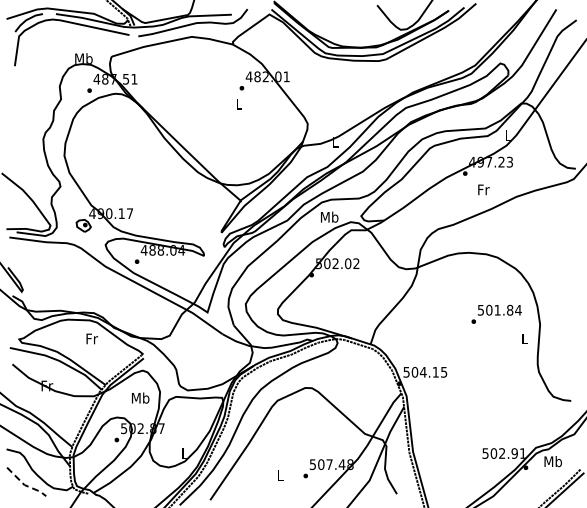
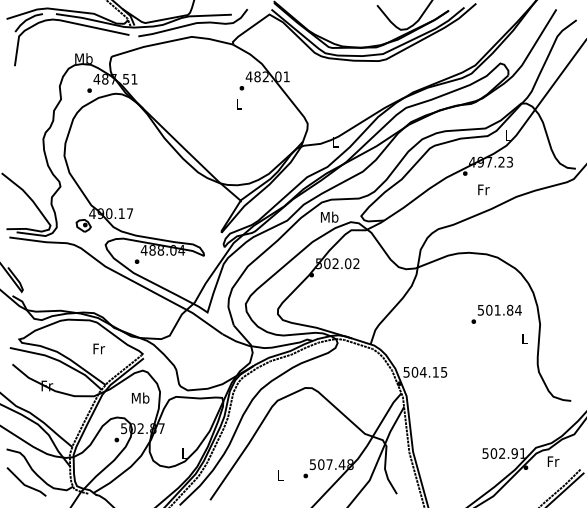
text at (91, 338) position: (91, 338) -> (98, 348)
text at (552, 461): Mb -> Fr
line at (25, 485): dashed -> solid
